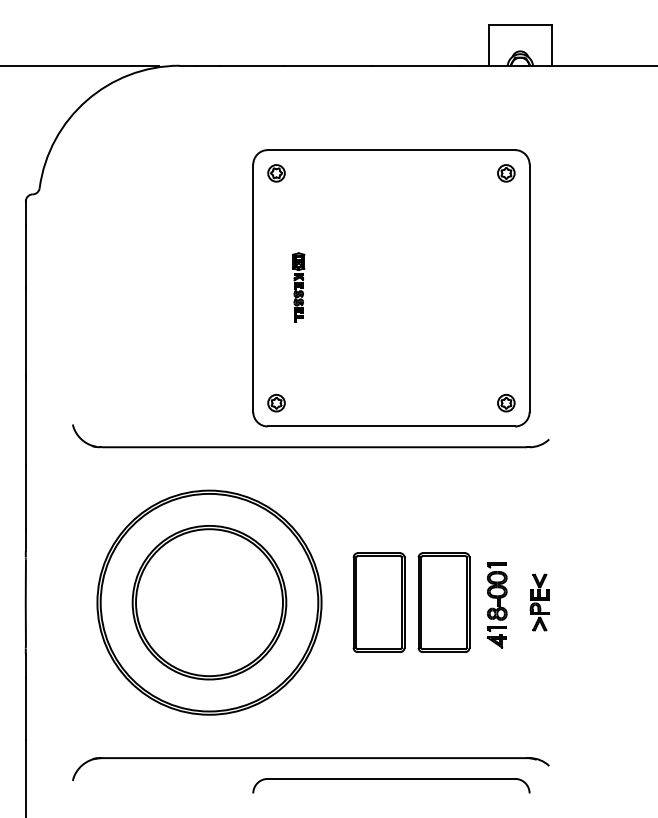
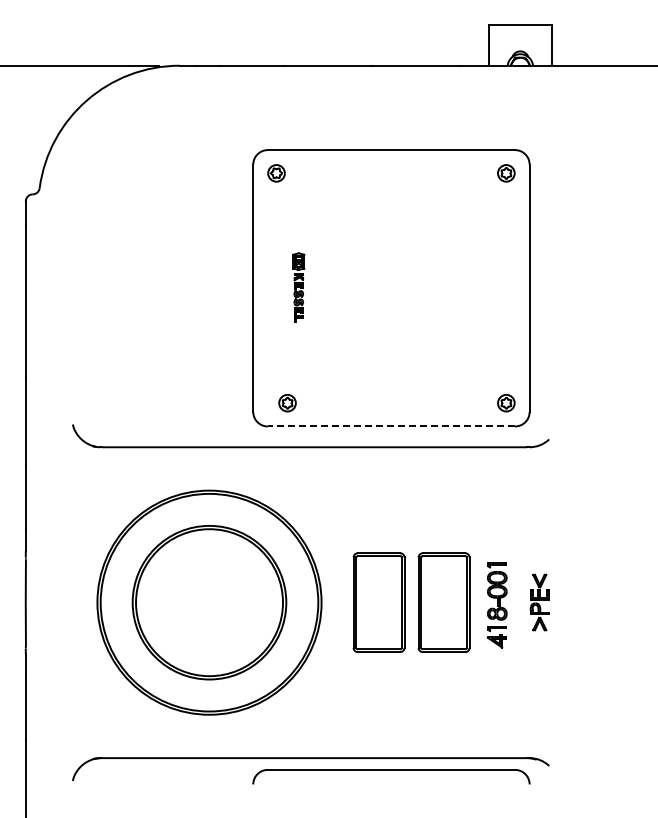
part at (276, 403) position: (276, 403) -> (287, 403)
line at (391, 426): solid -> dashed
part at (391, 785) position: (391, 785) -> (391, 776)
